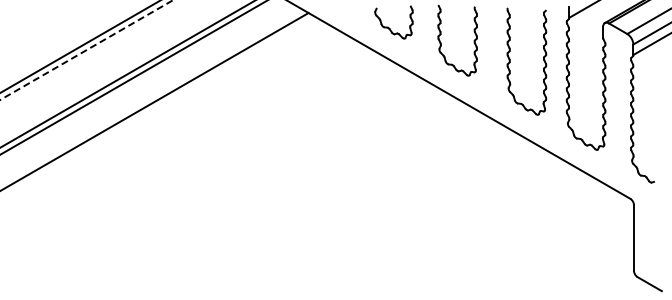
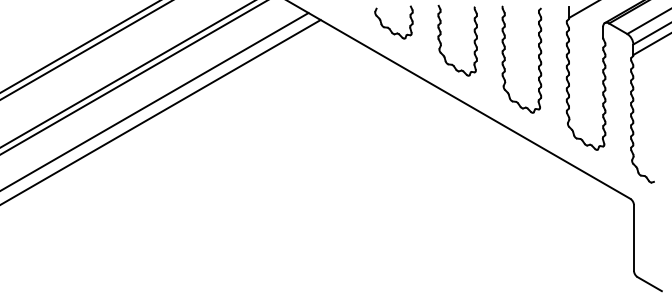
line at (86, 50): dashed -> solid
part at (510, 61) position: (510, 61) -> (505, 59)
line at (161, 111): none -> present
